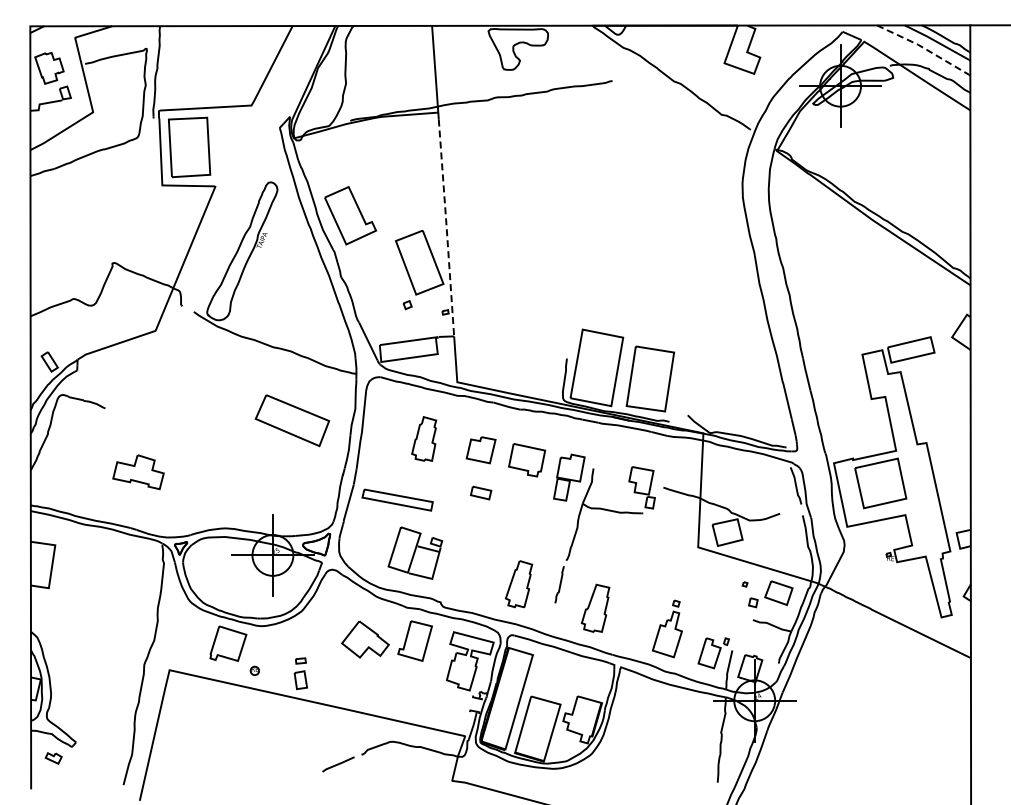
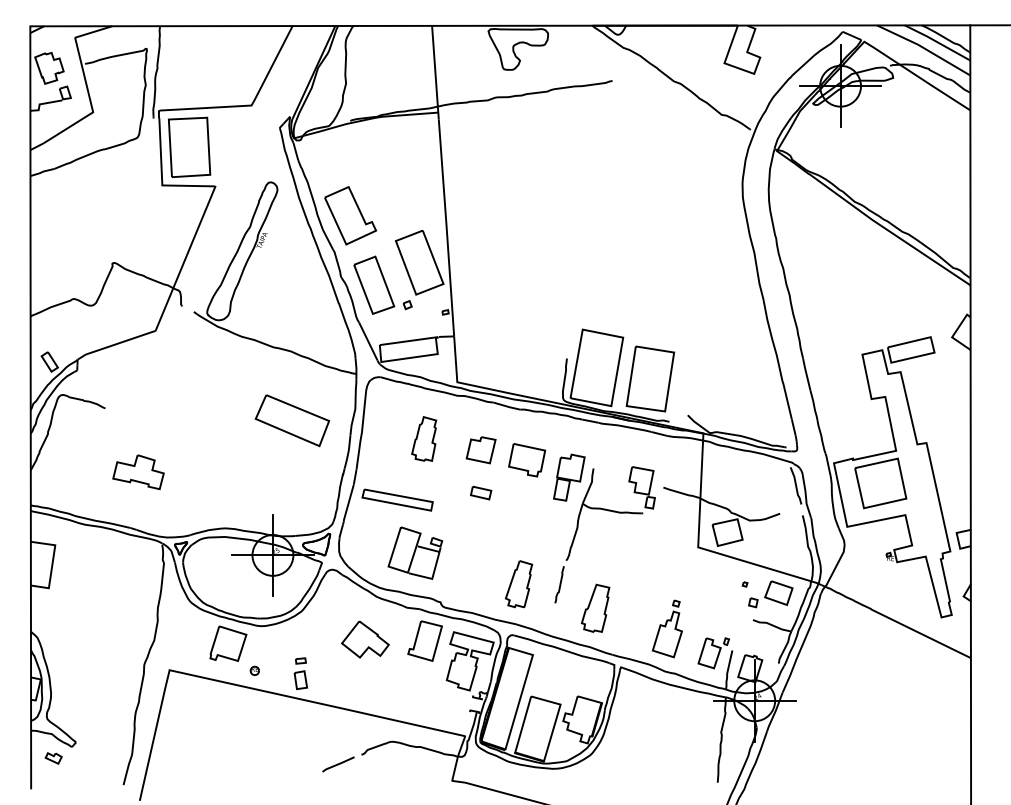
line at (923, 48): dashed -> solid
line at (446, 227): dashed -> solid
part at (374, 284): none -> present
part at (414, 640) position: (414, 640) -> (424, 640)
